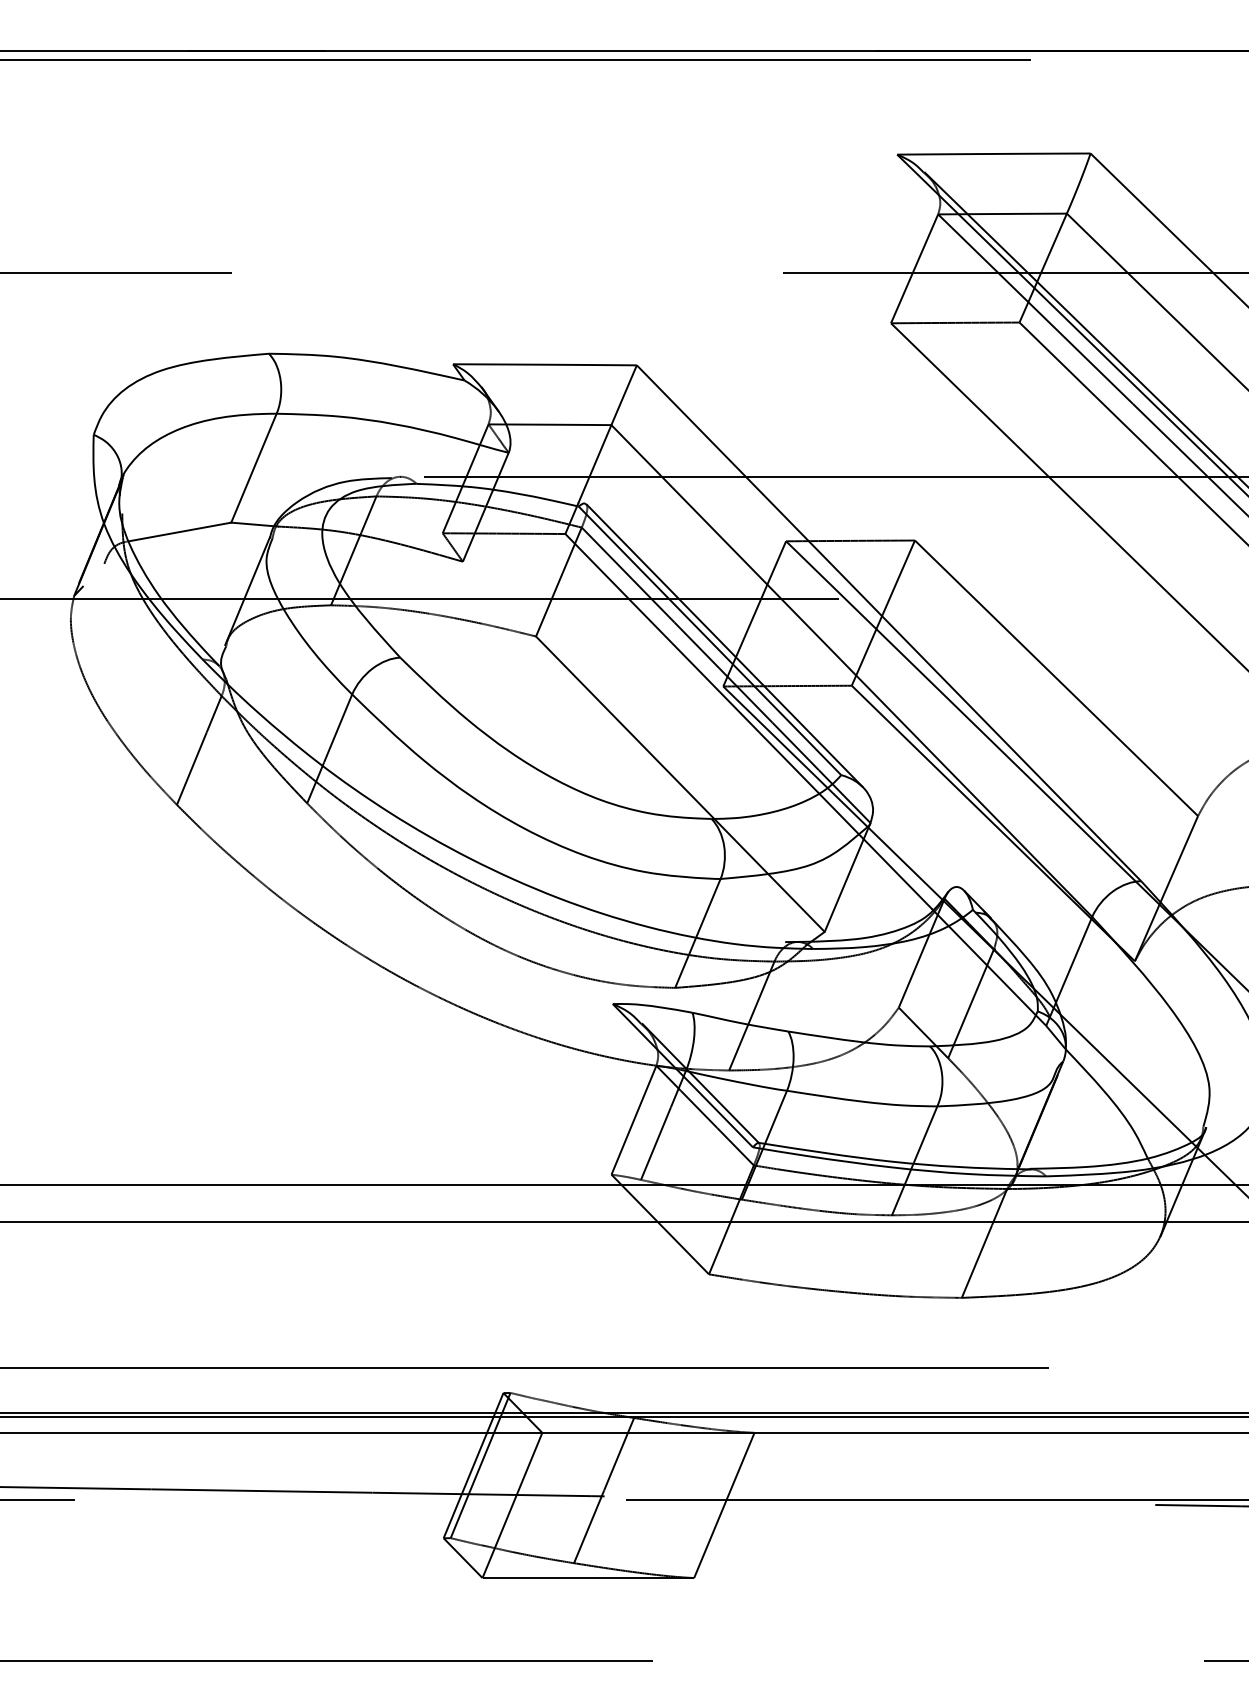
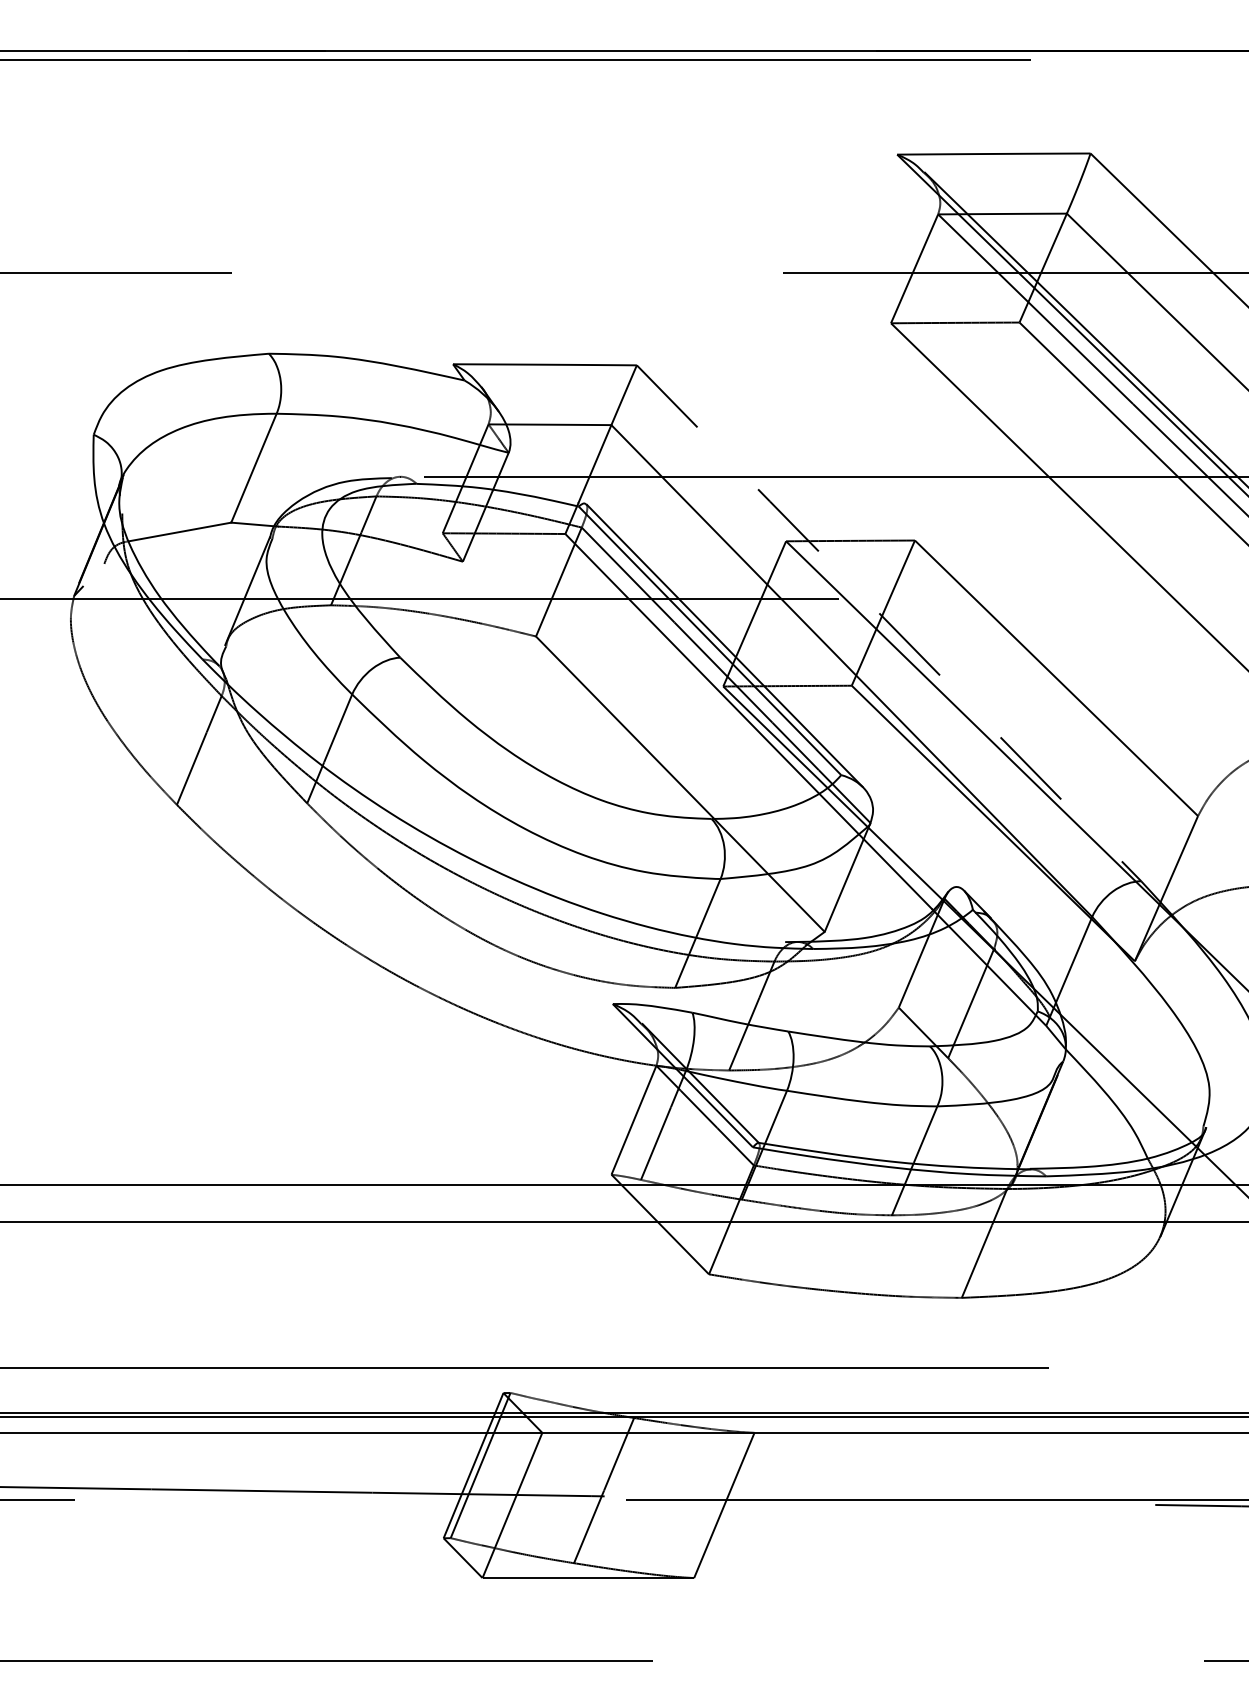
line at (889, 623): solid -> dashed
